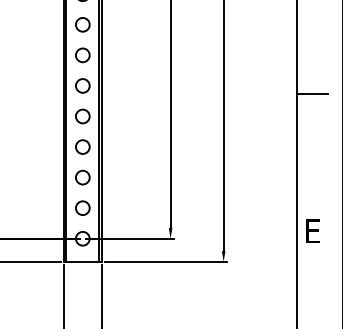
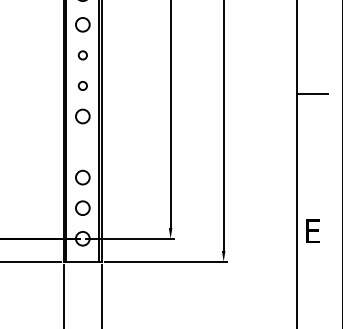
circle at (82, 55) size: 16x17 px -> 11x11 px
circle at (82, 85) size: 16x16 px -> 11x10 px
circle at (82, 146): present -> none
